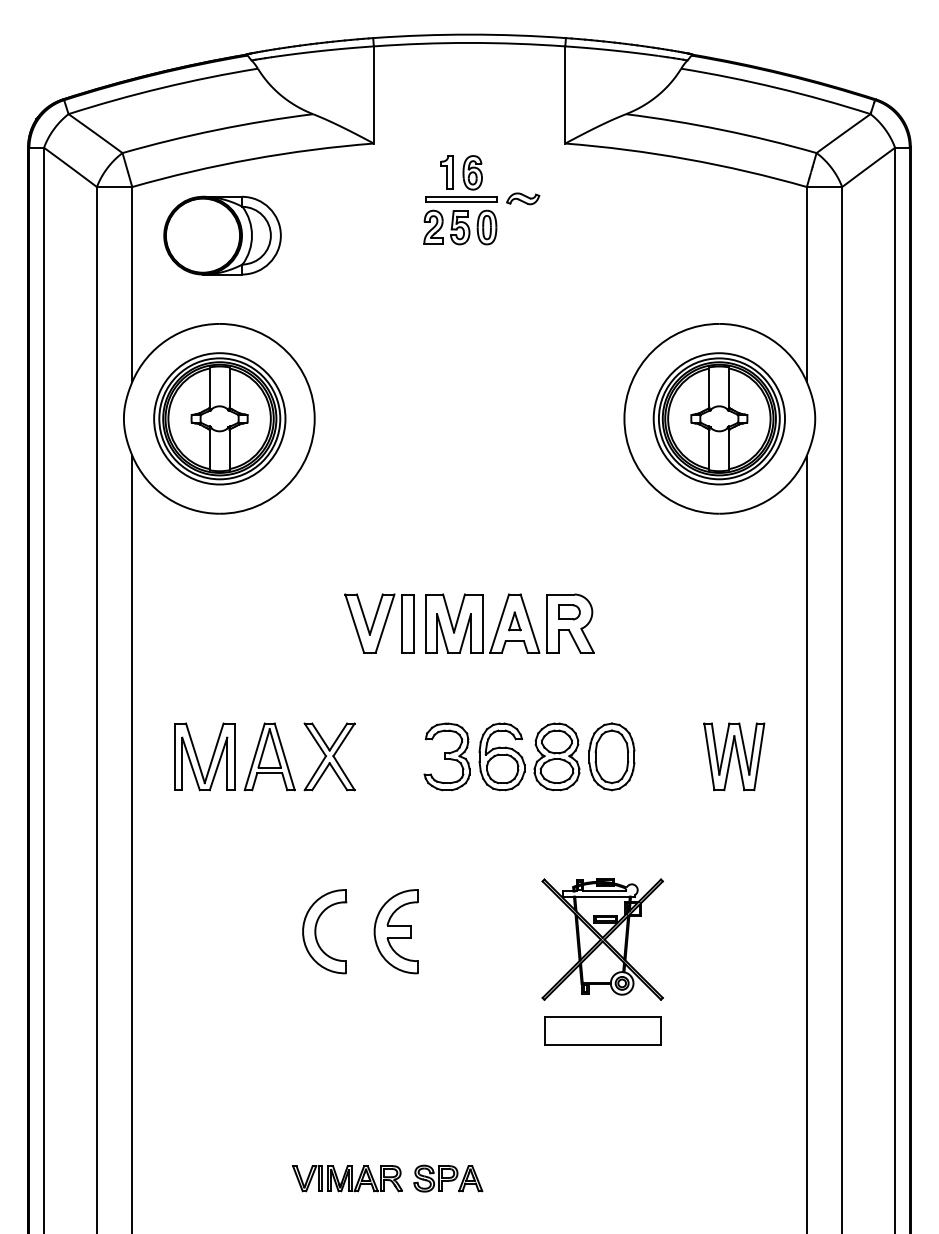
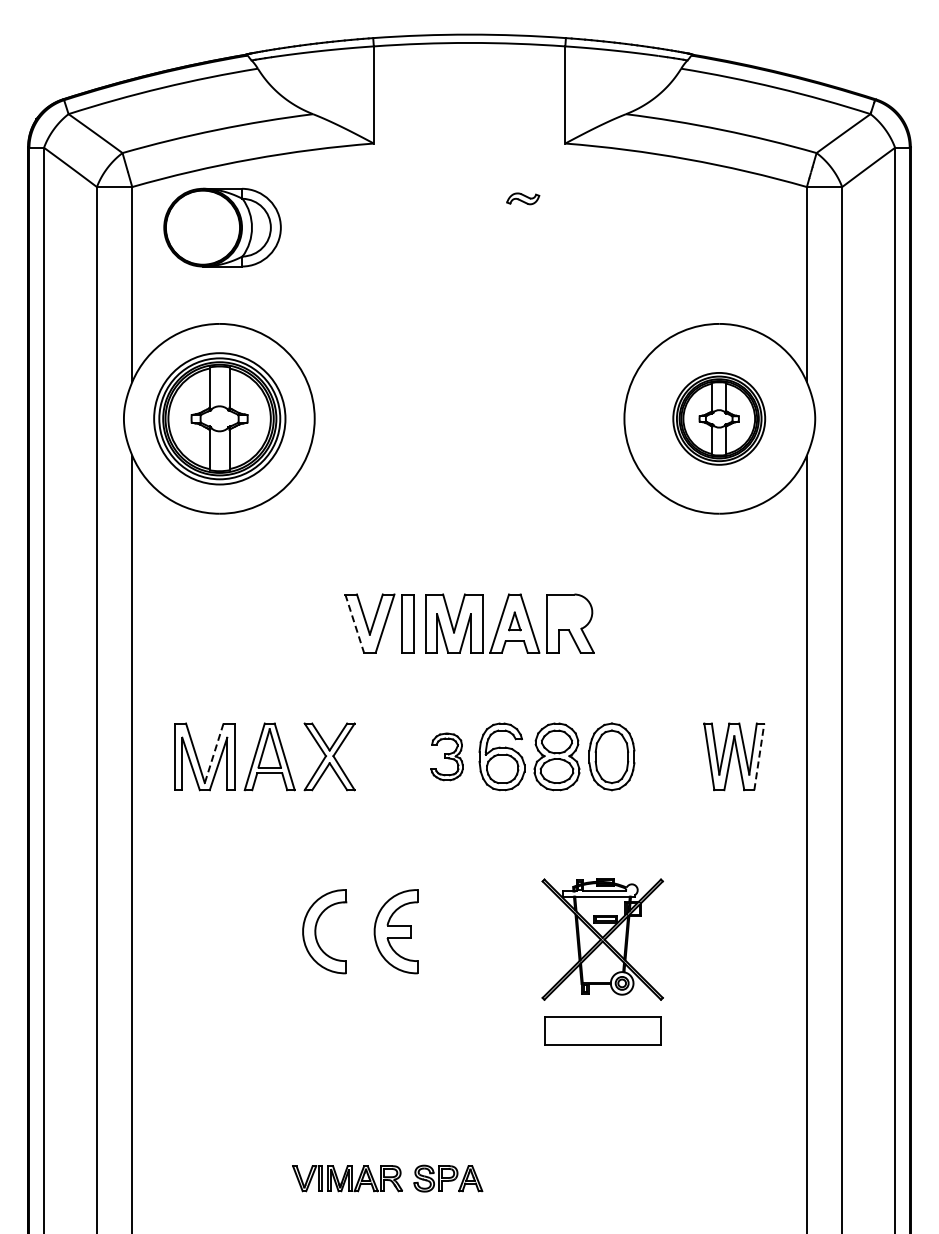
part at (460, 200): present -> none
part at (222, 235) position: (222, 235) -> (222, 227)
part at (718, 418) size: 134x134 px -> 95x94 px
part at (569, 612): present -> none
line at (354, 623): solid -> dashed
line at (214, 753): solid -> dashed
part at (446, 756) size: 48x70 px -> 34x50 px
line at (759, 756): solid -> dashed
